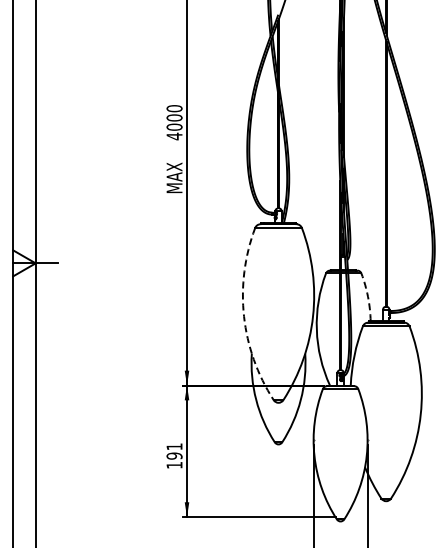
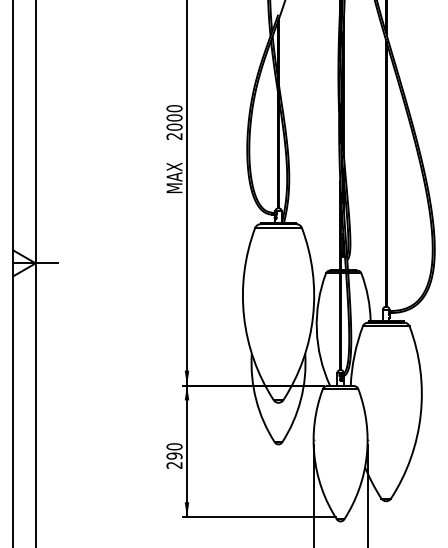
text at (174, 136): 4000 -> 2000
arc at (368, 296): dashed -> solid
arc at (244, 316): dashed -> solid
text at (174, 455): 191 -> 290
